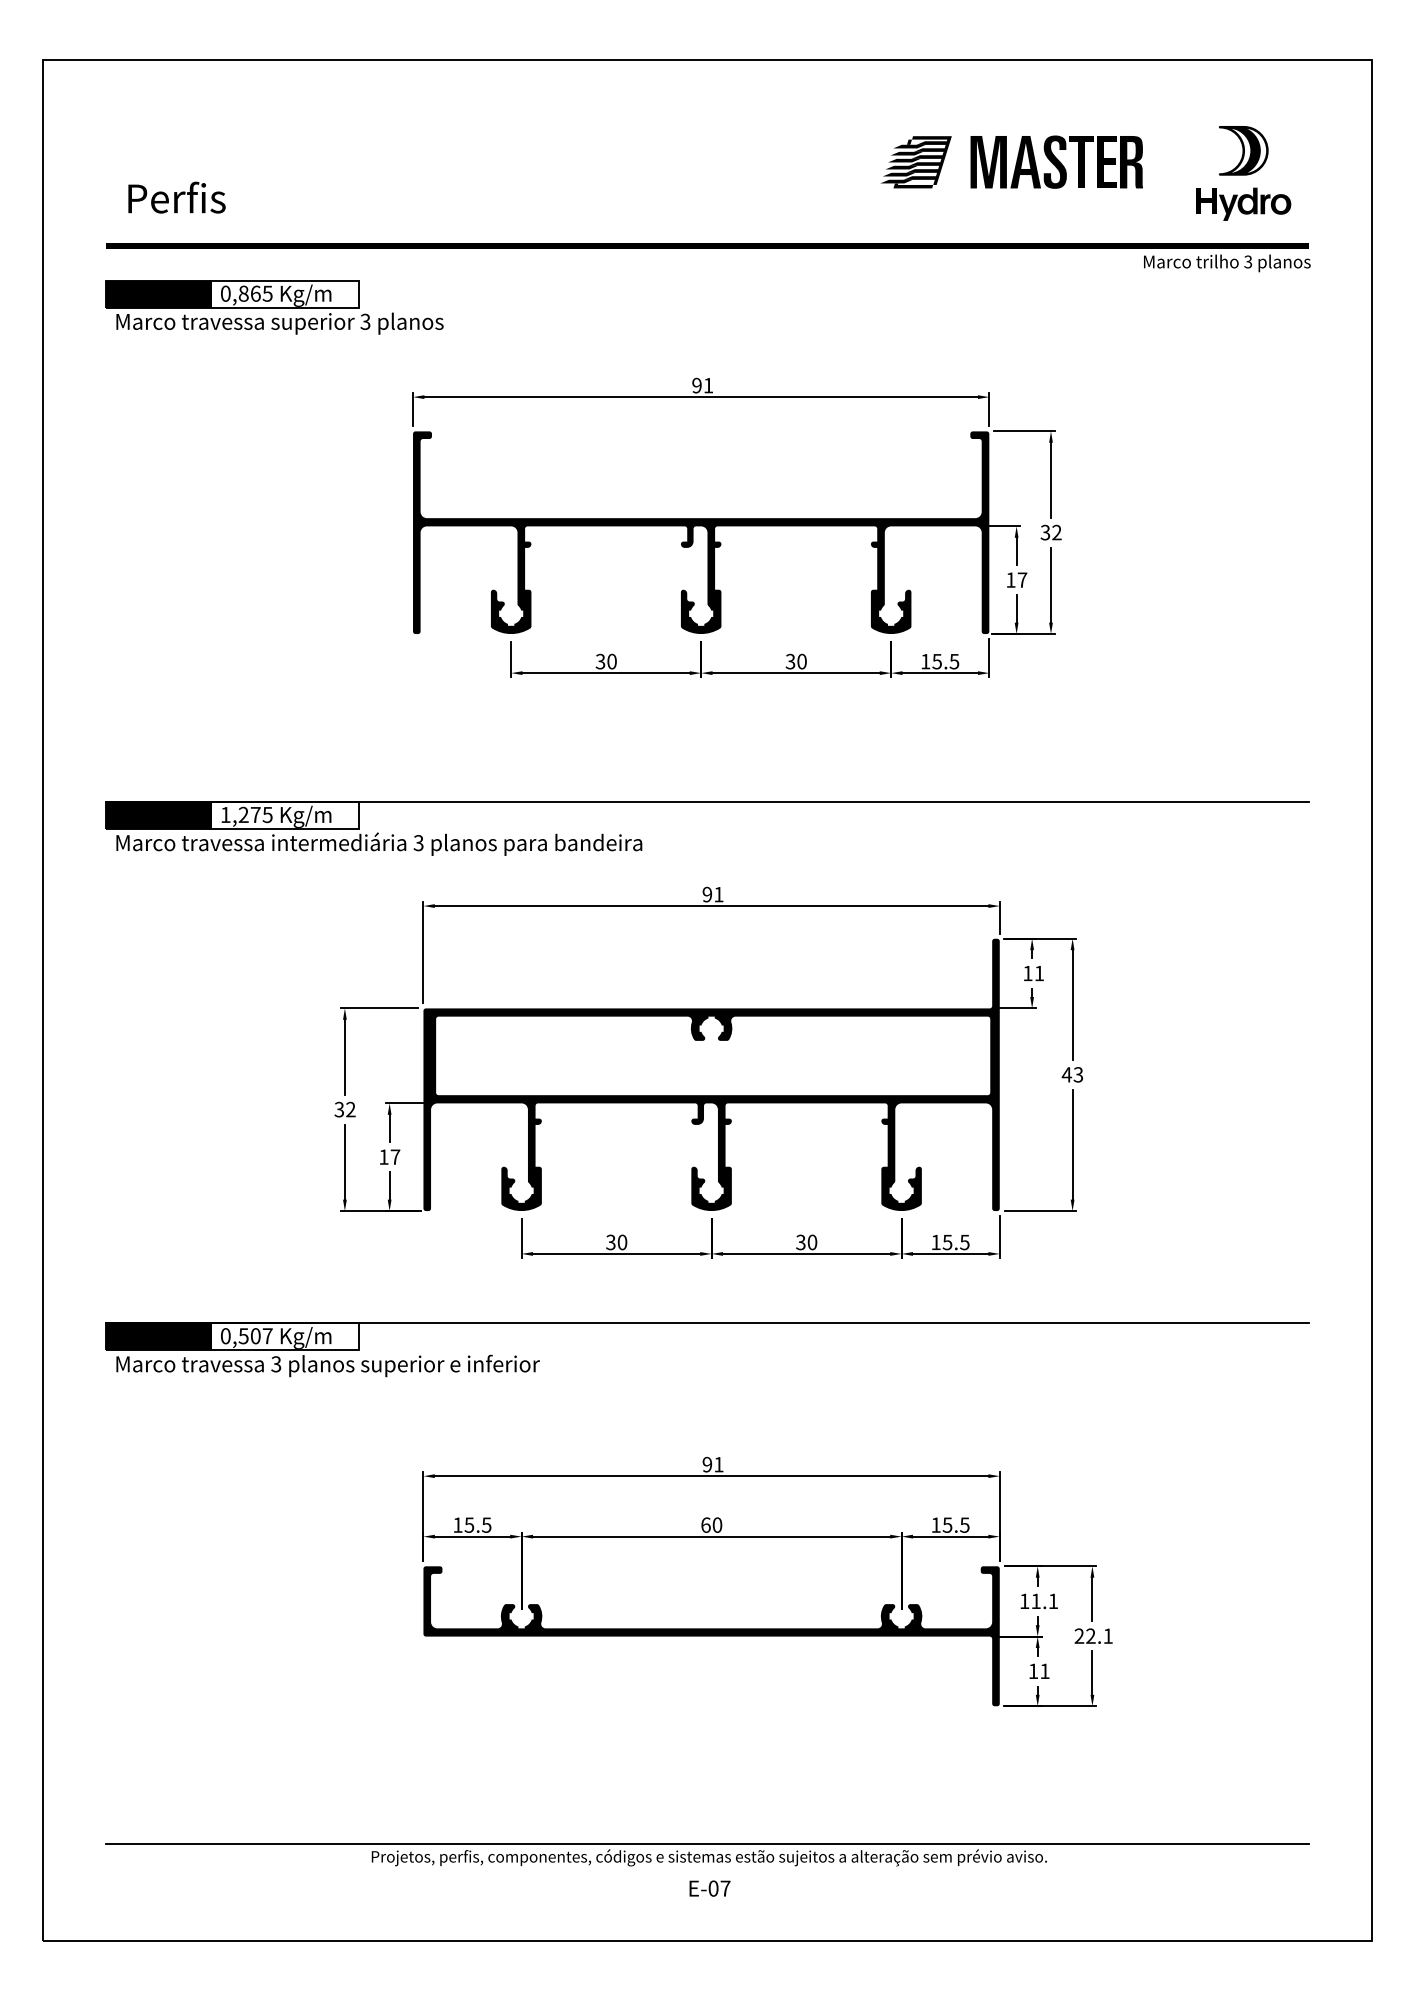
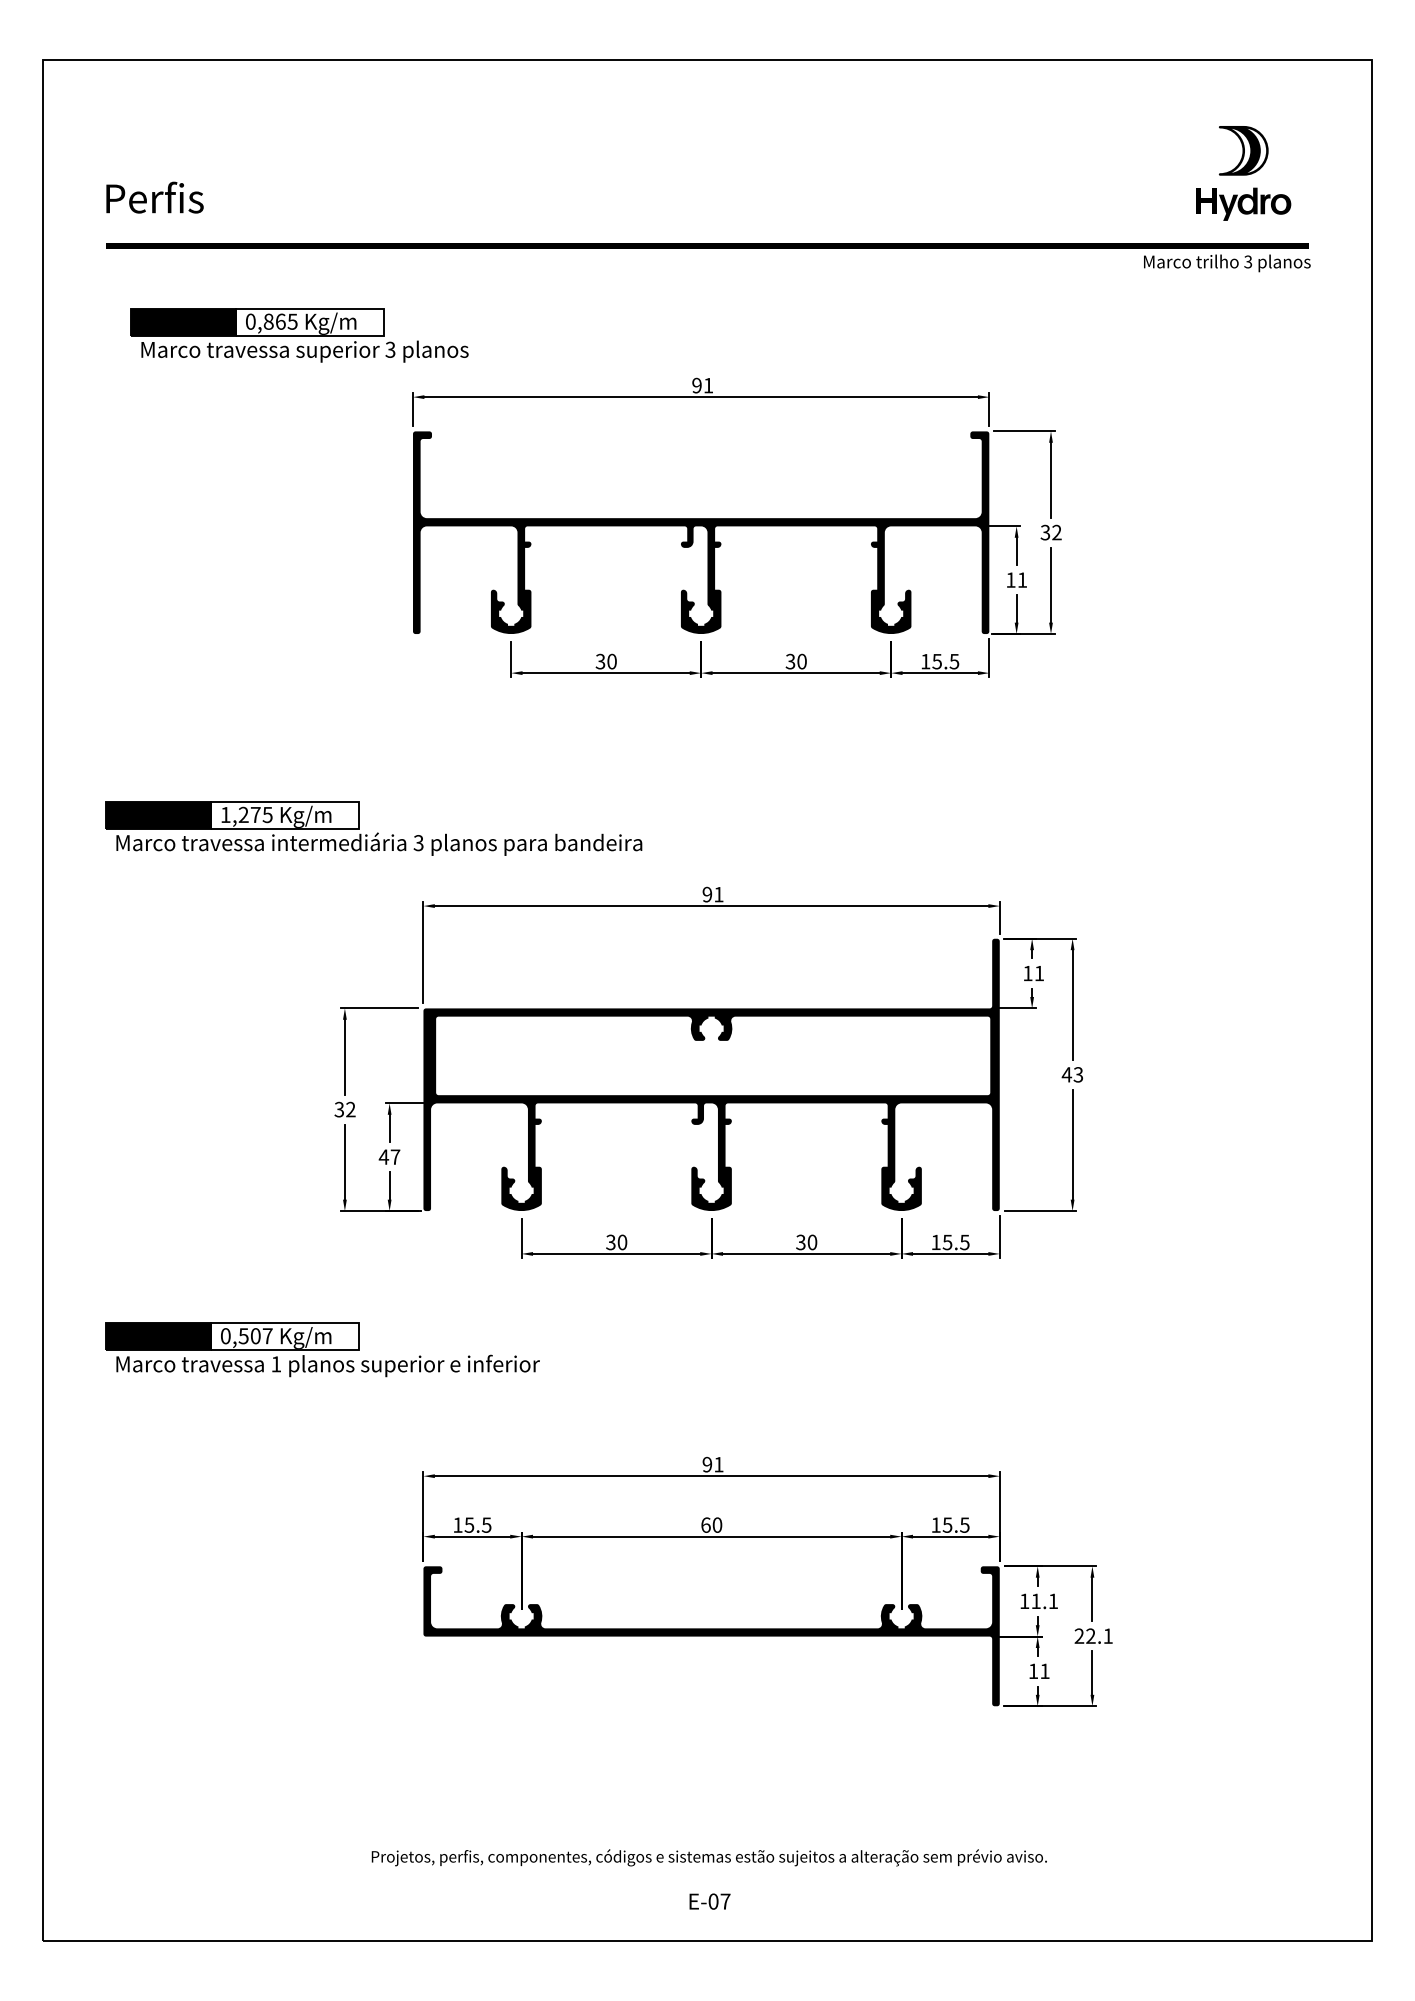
part at (1011, 161): present -> none
text at (176, 197) position: (176, 197) -> (154, 197)
part at (274, 307) position: (274, 307) -> (299, 335)
text at (1022, 579): 17 -> 11
line at (707, 801): present -> none
text at (383, 1156): 17 -> 47
line at (707, 1323): present -> none
text at (276, 1364): 3 -> 1
line at (707, 1844): present -> none
text at (709, 1888) position: (709, 1888) -> (709, 1901)
